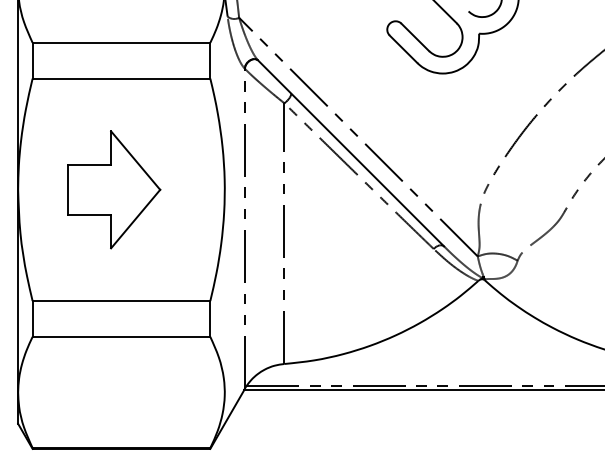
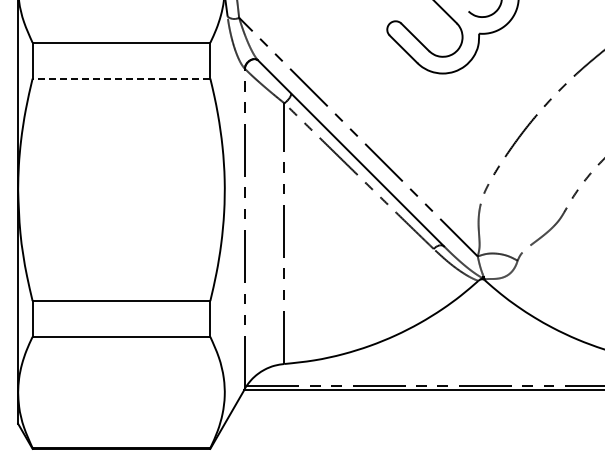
line at (121, 78): solid -> dashed
part at (114, 189): present -> none
